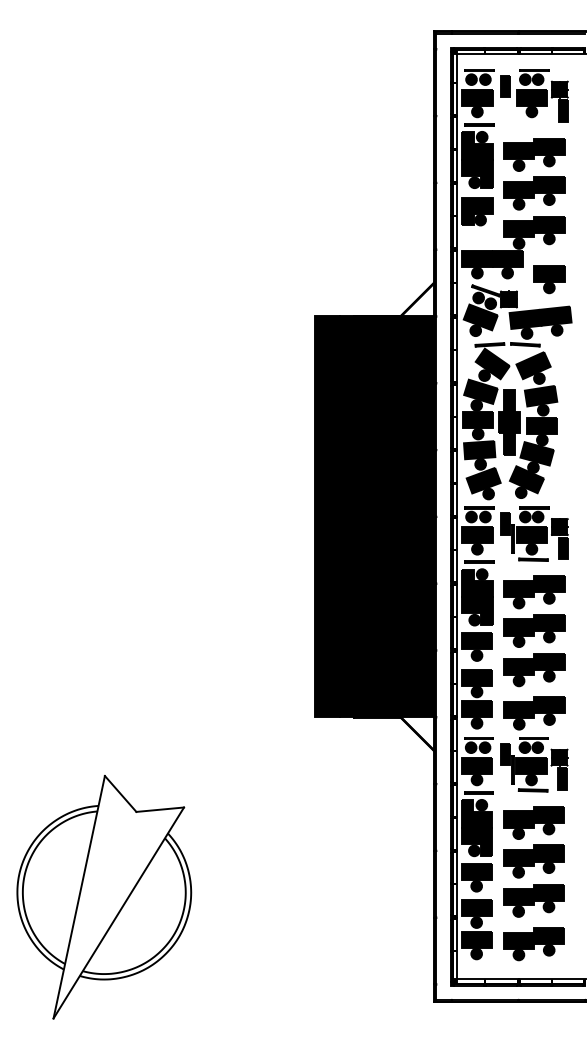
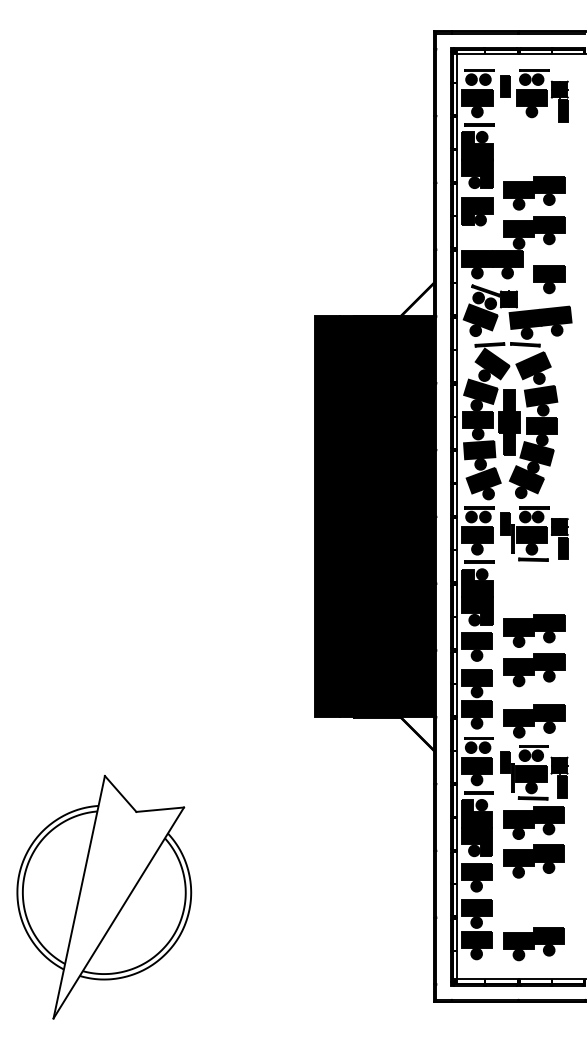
part at (534, 154): present -> none
part at (534, 592): present -> none
part at (534, 744) position: (534, 744) -> (534, 752)
part at (533, 900): present -> none
